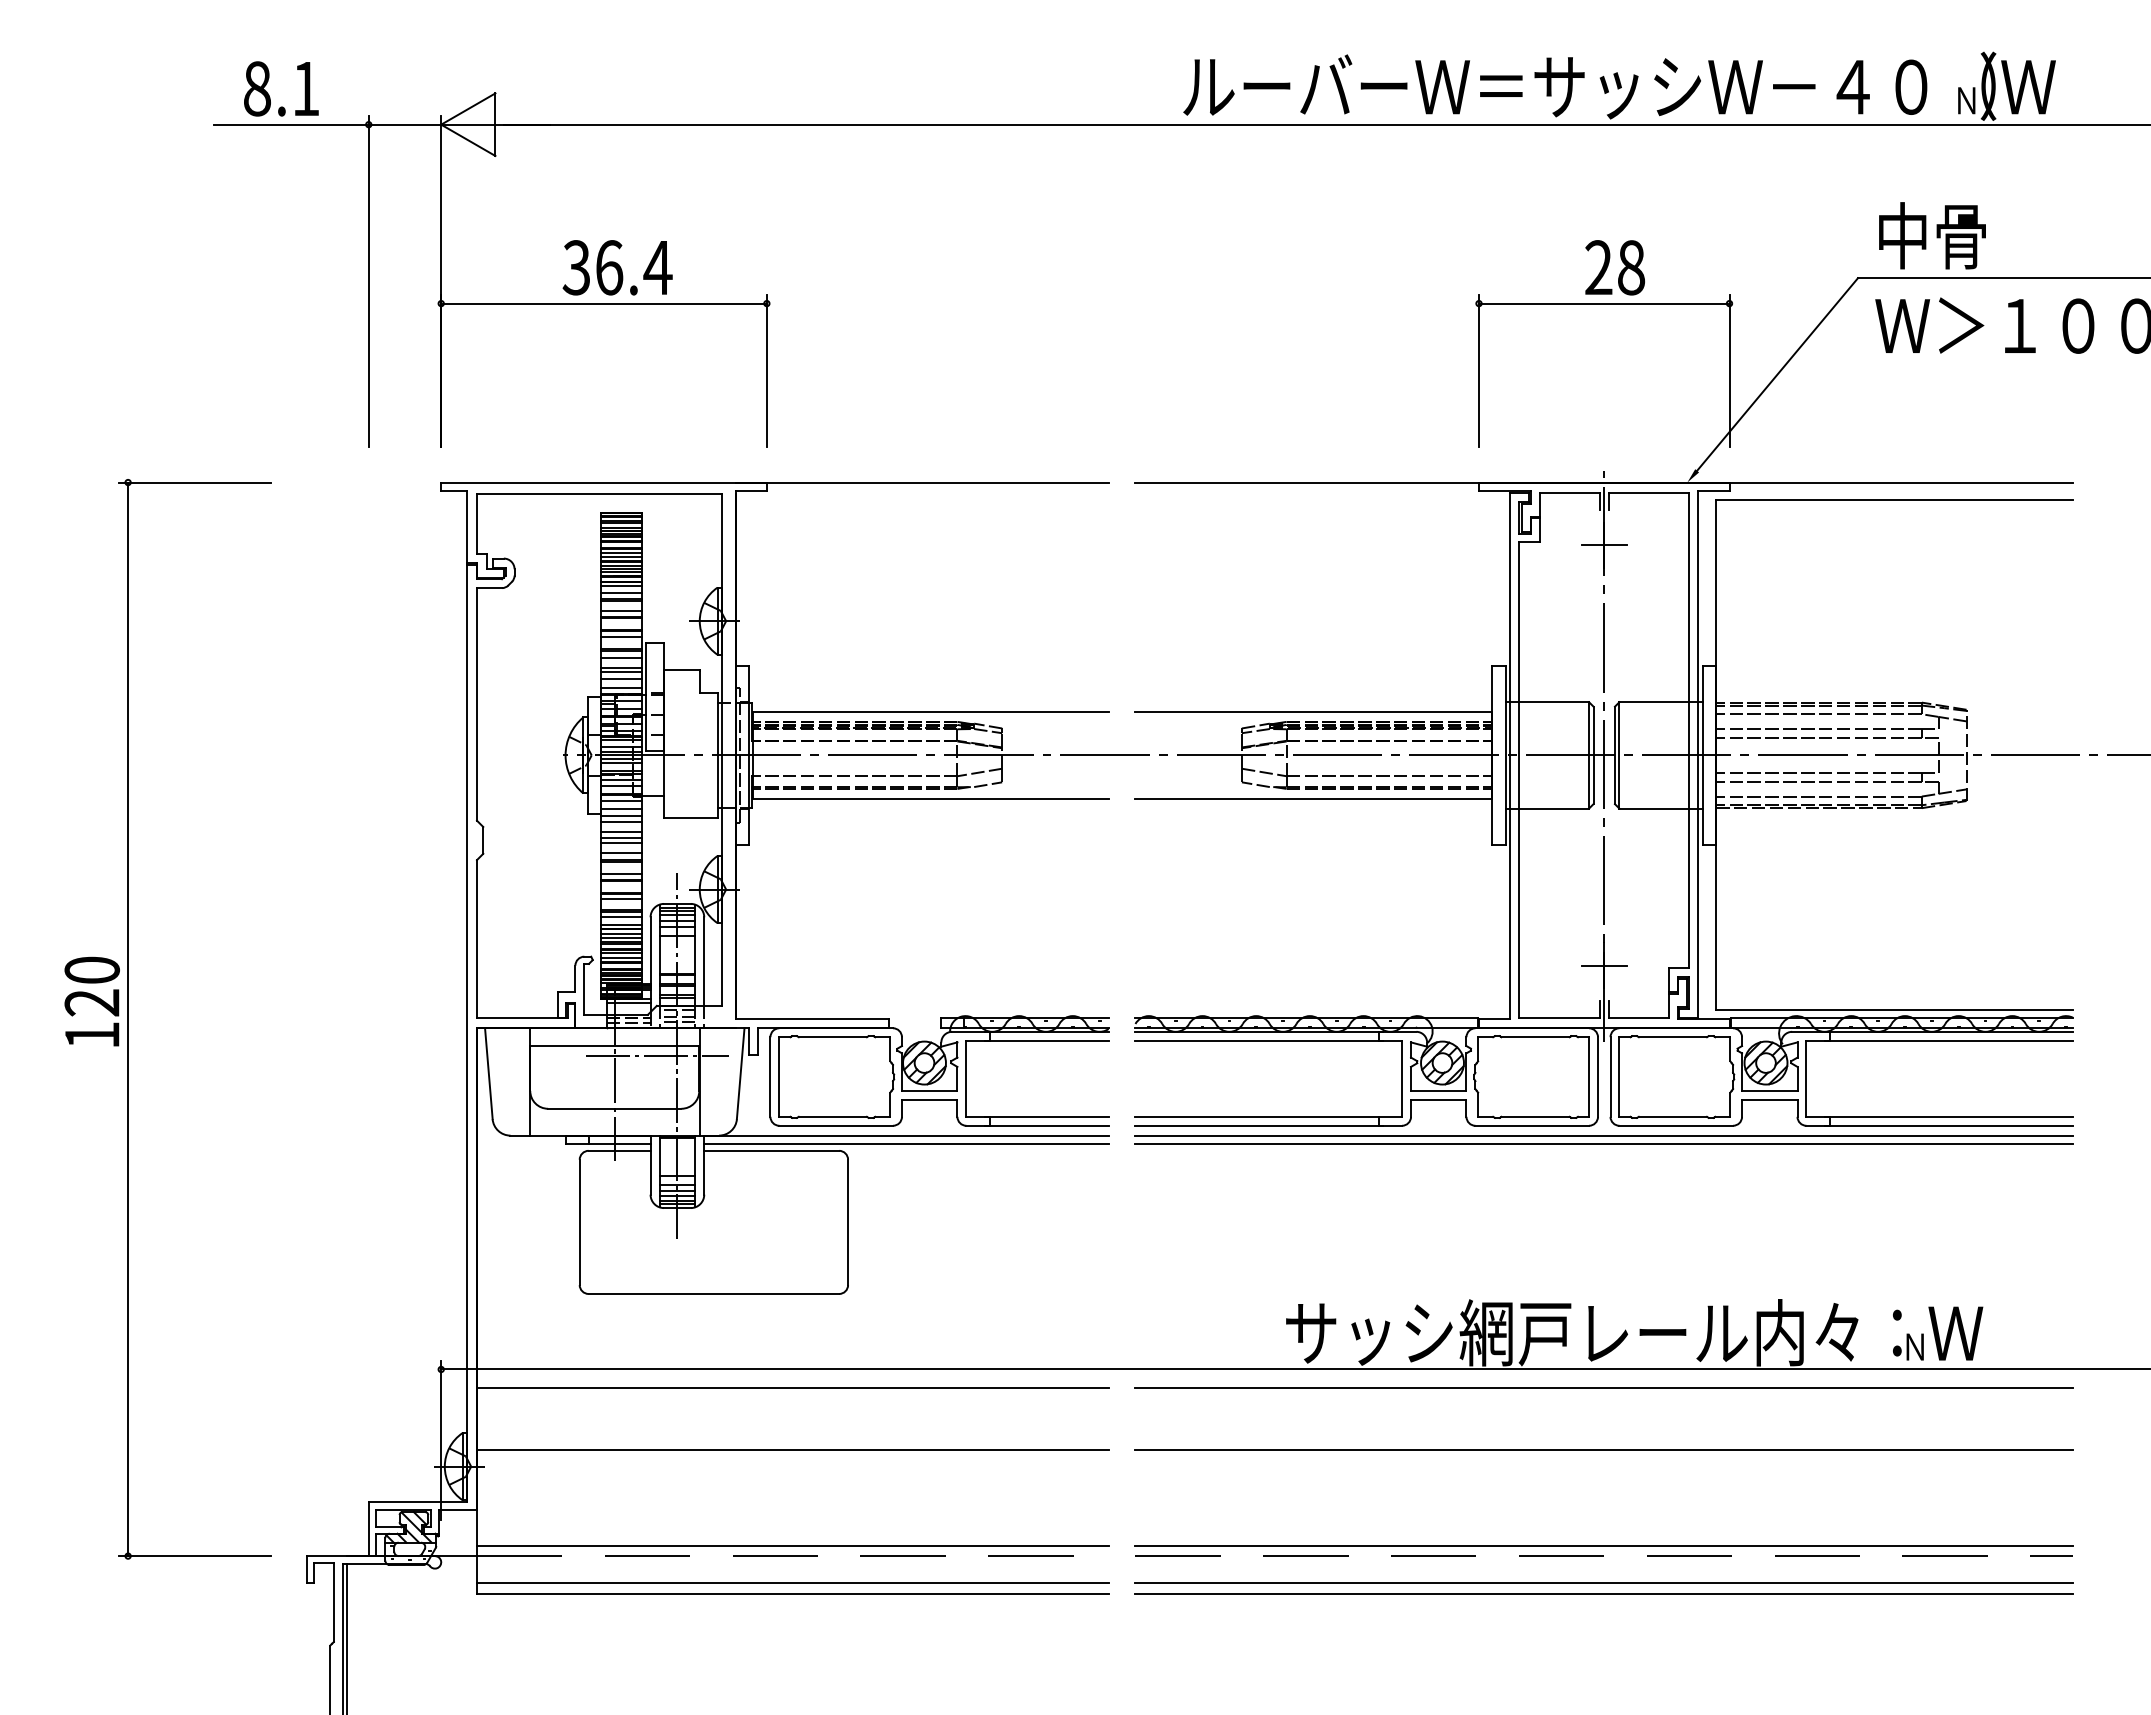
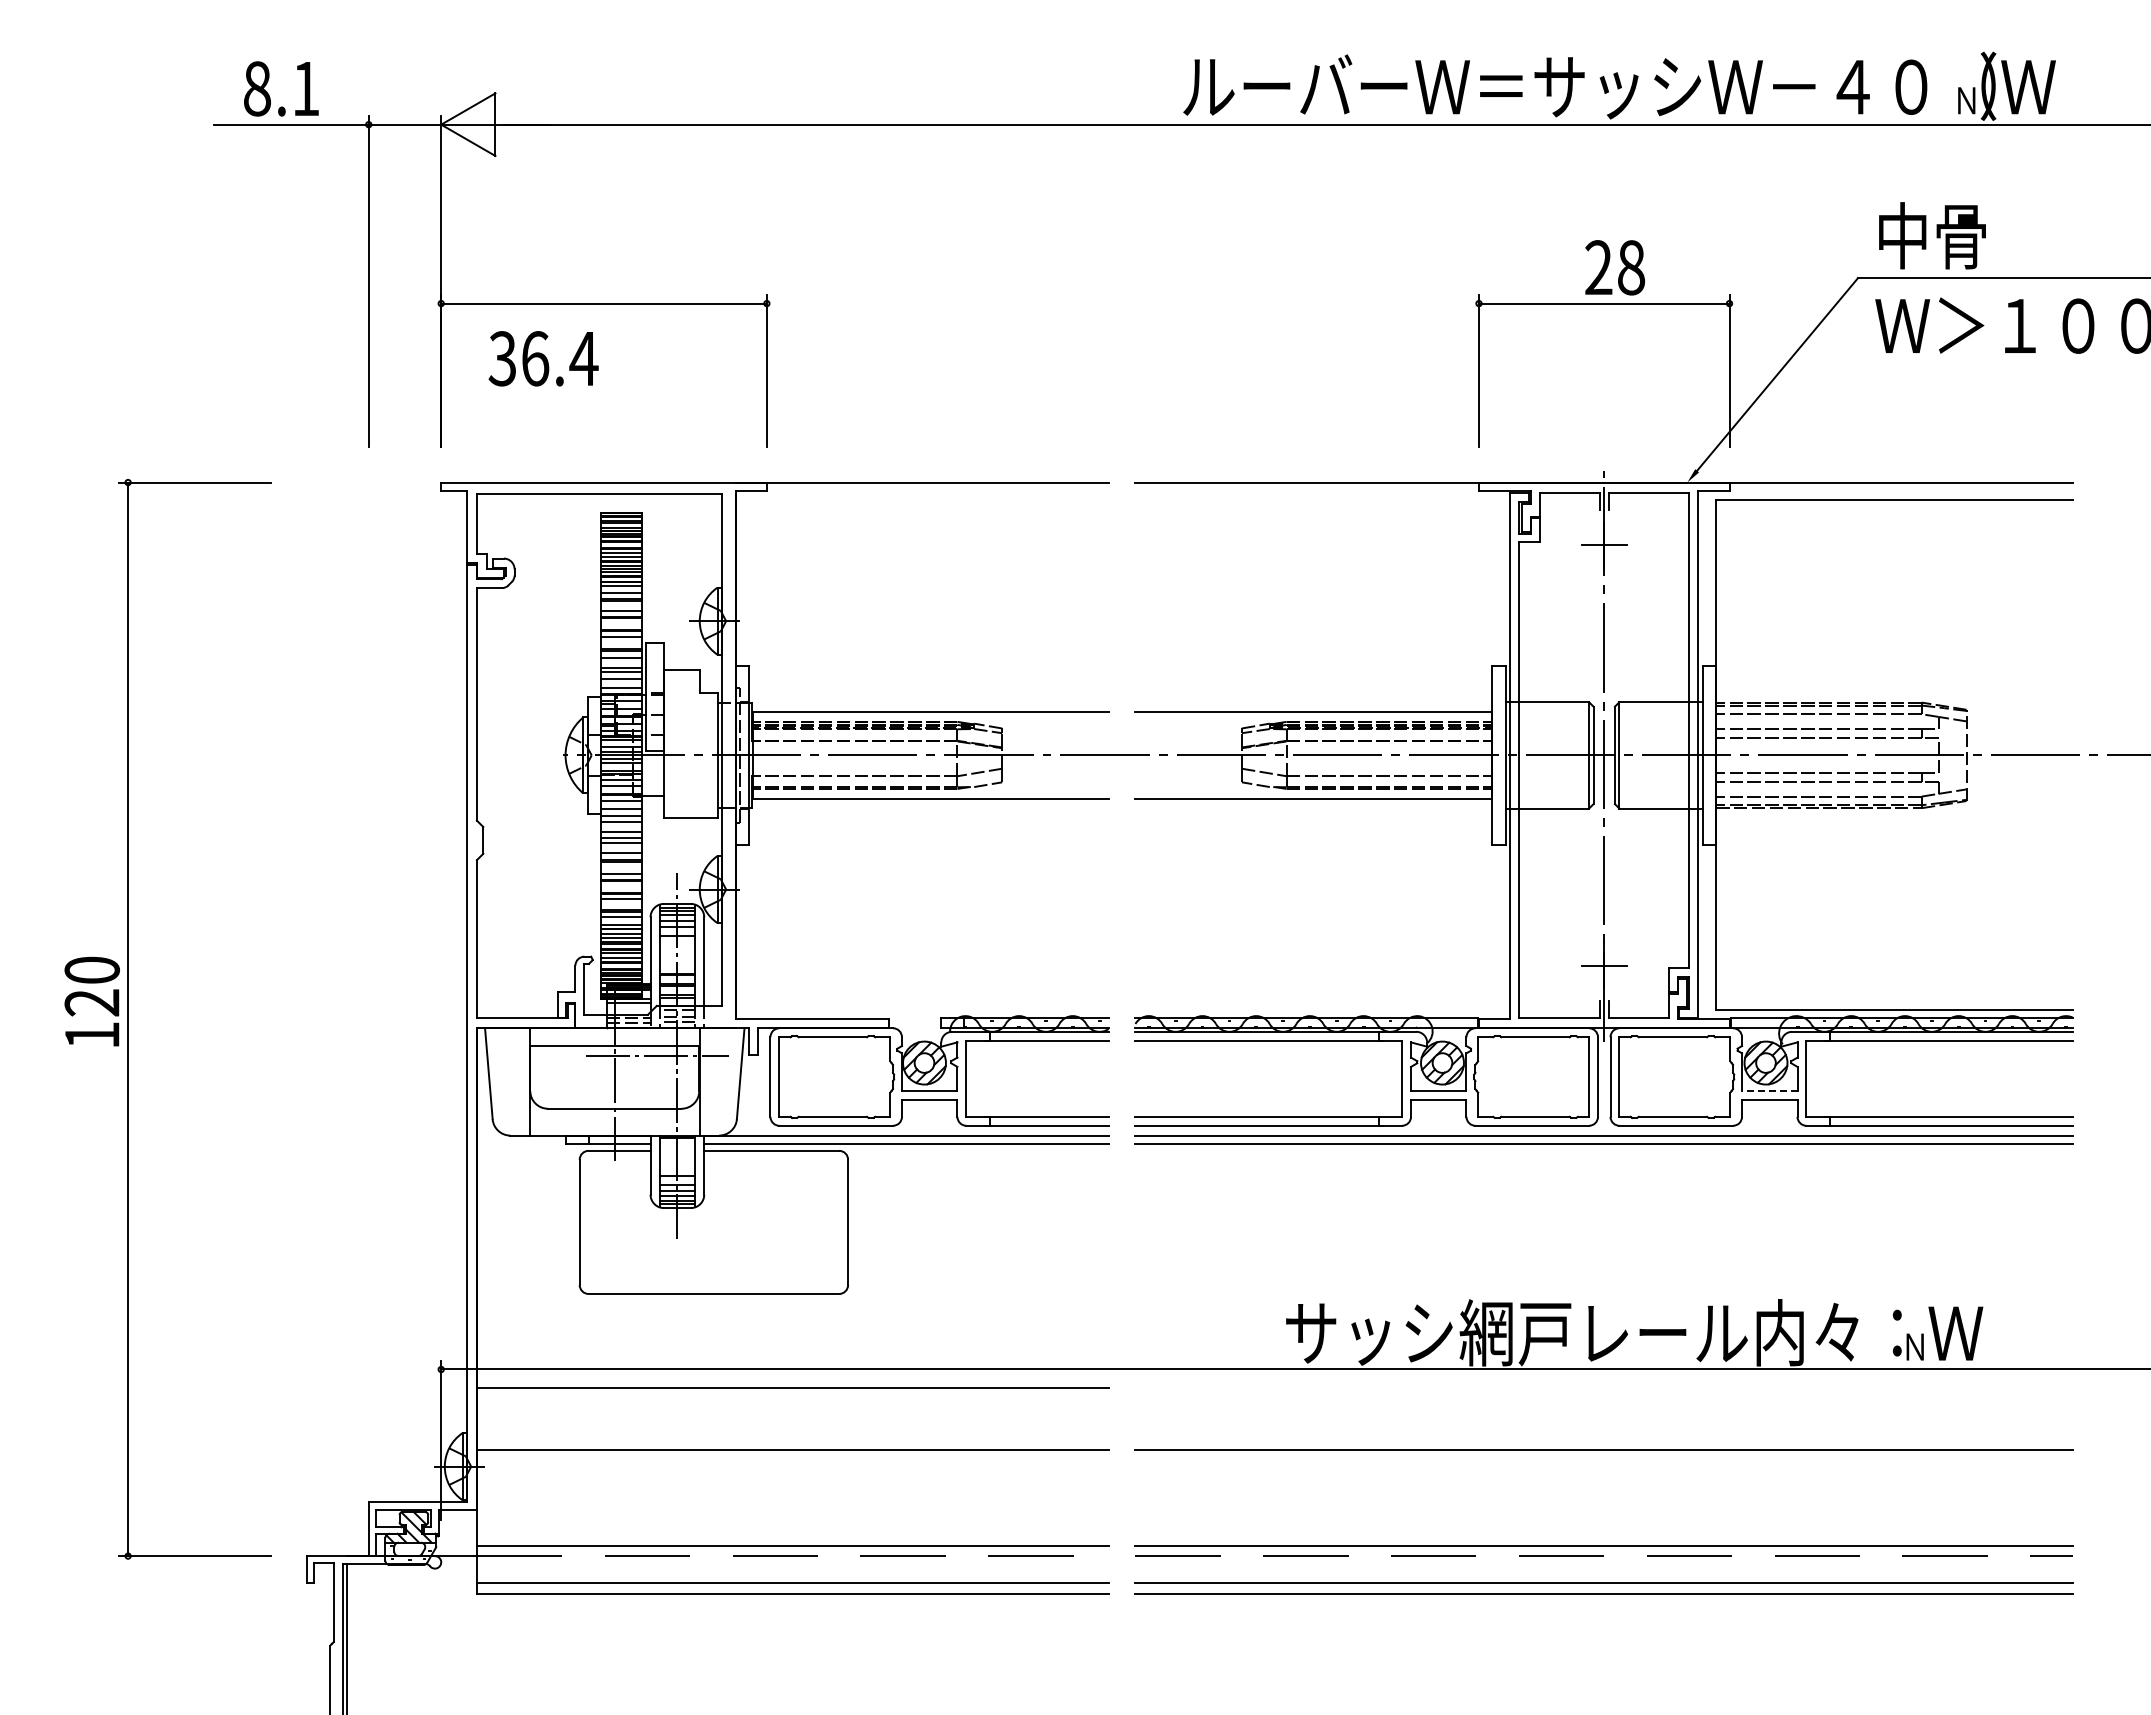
text at (617, 267) position: (617, 267) -> (543, 358)
line at (1769, 1090): solid -> dashed
line at (1604, 1387): present -> none
